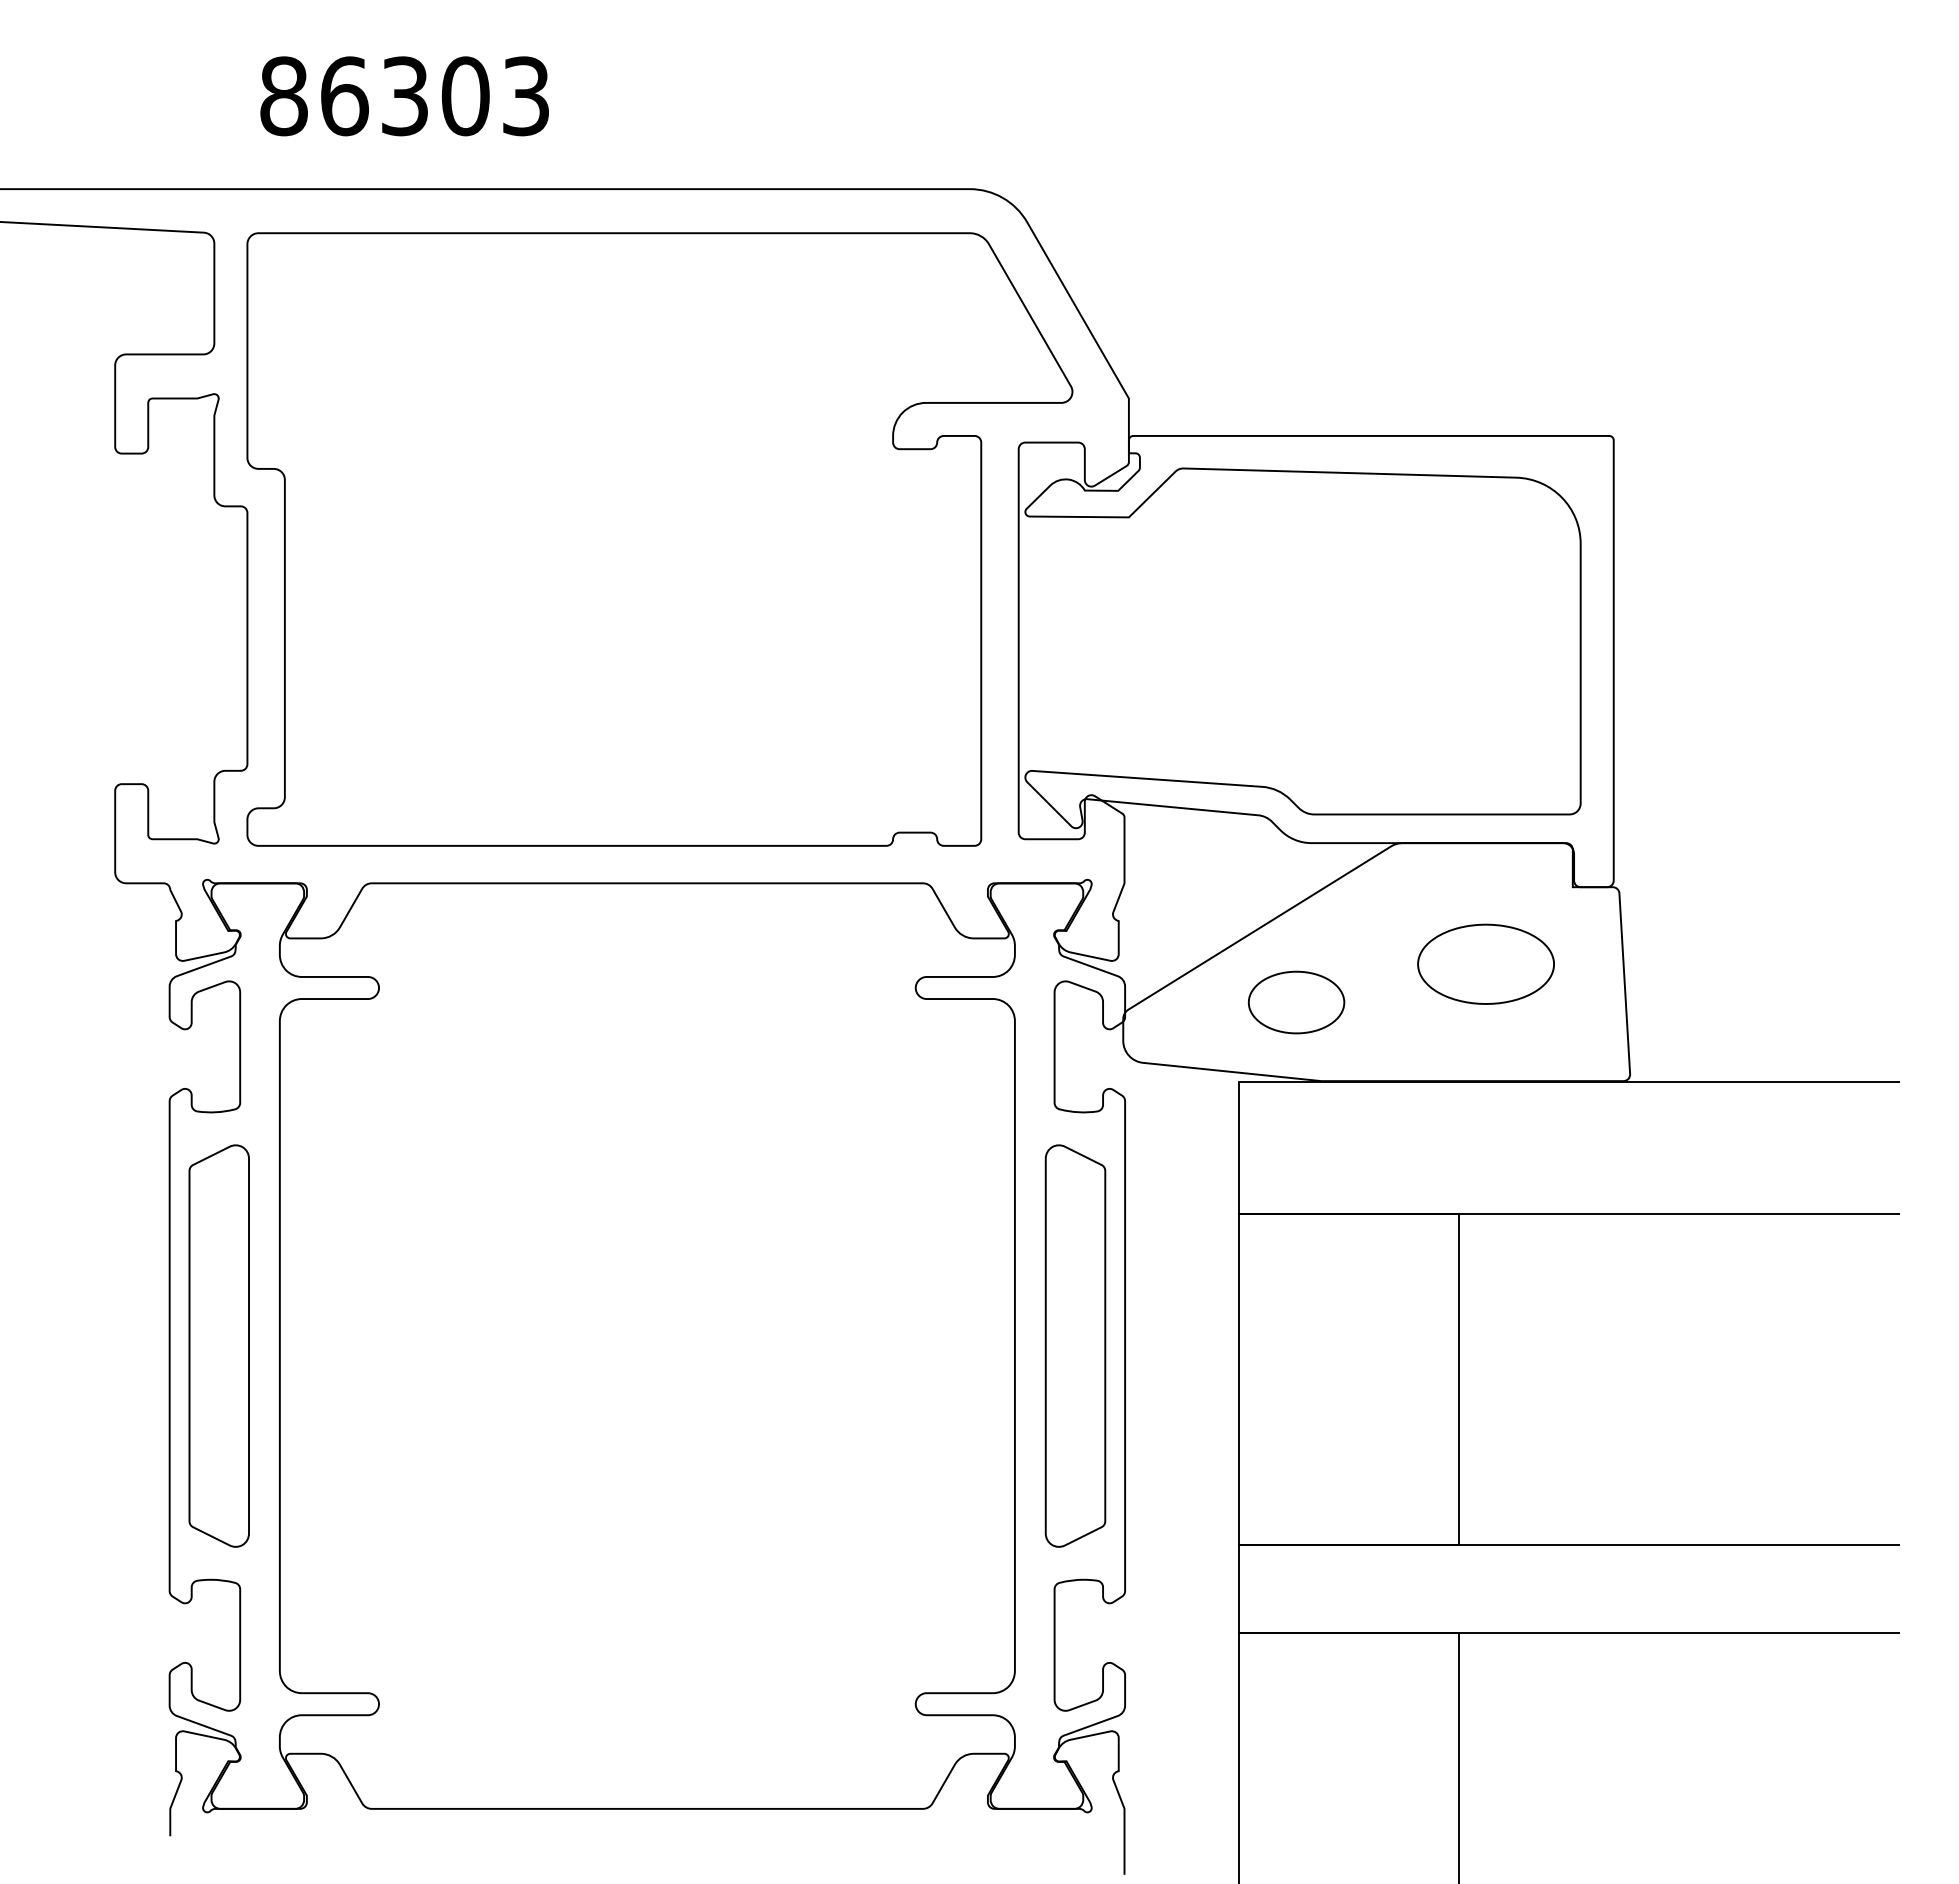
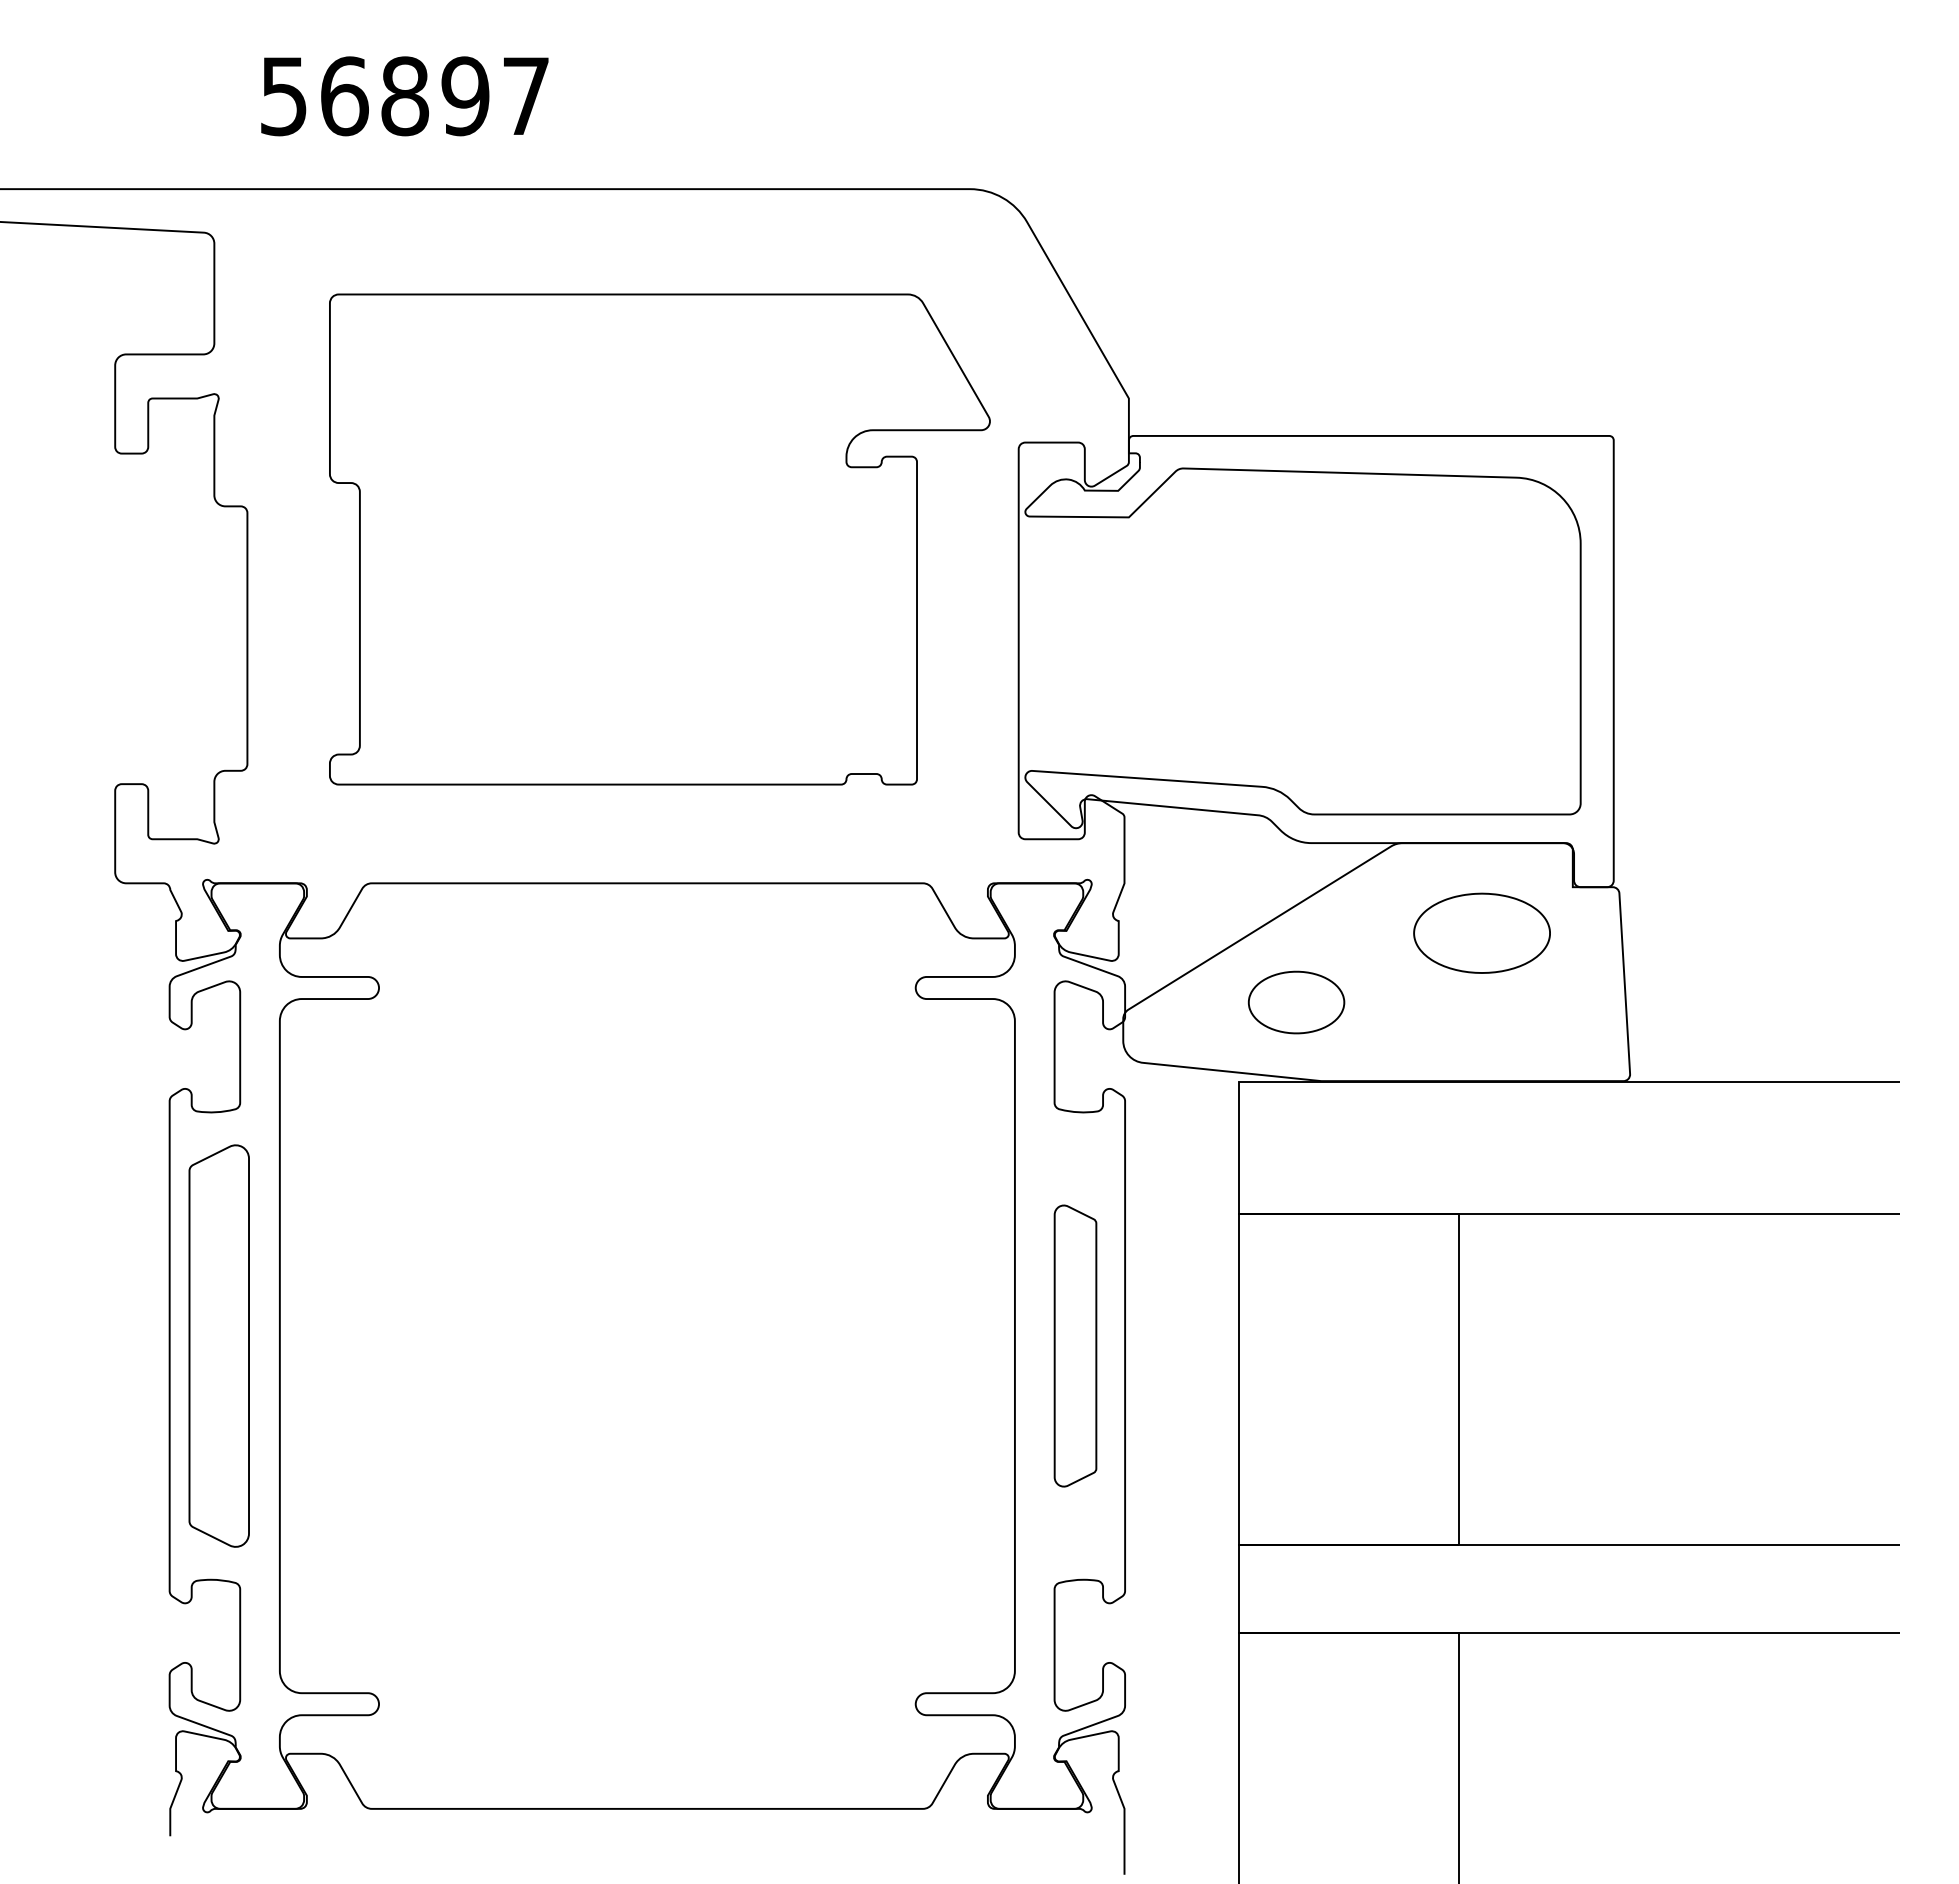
text at (404, 96): 86303 -> 56897
part at (659, 539) size: 828x615 px -> 662x493 px
part at (1485, 963) position: (1485, 963) -> (1481, 932)
part at (1075, 1345) size: 63x404 px -> 45x284 px
